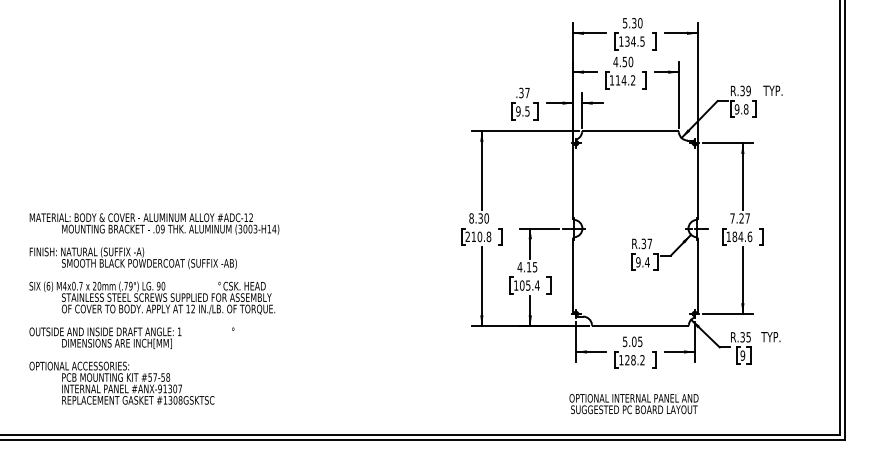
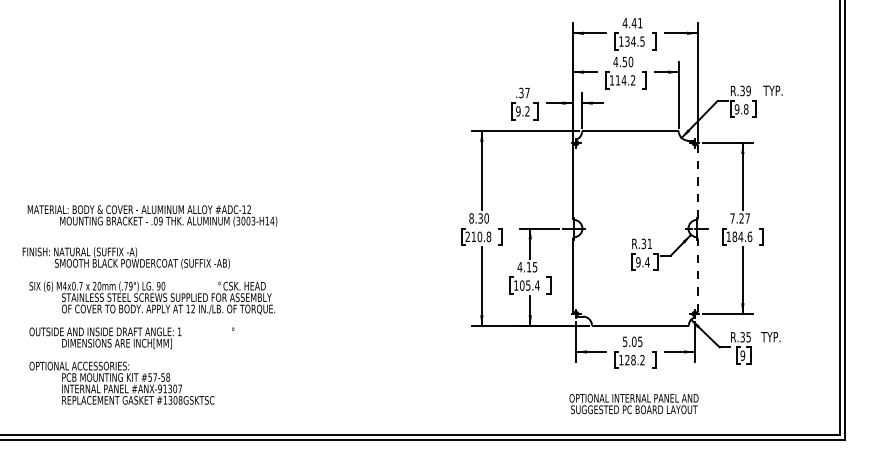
text at (632, 23): 5.30 -> 4.41
text at (527, 111): 9.5 -> 9.2
line at (697, 181): solid -> dashed
text at (154, 223) position: (154, 223) -> (152, 215)
text at (649, 243): R.37 -> R.31
text at (132, 258) position: (132, 258) -> (125, 258)
line at (697, 275): solid -> dashed
